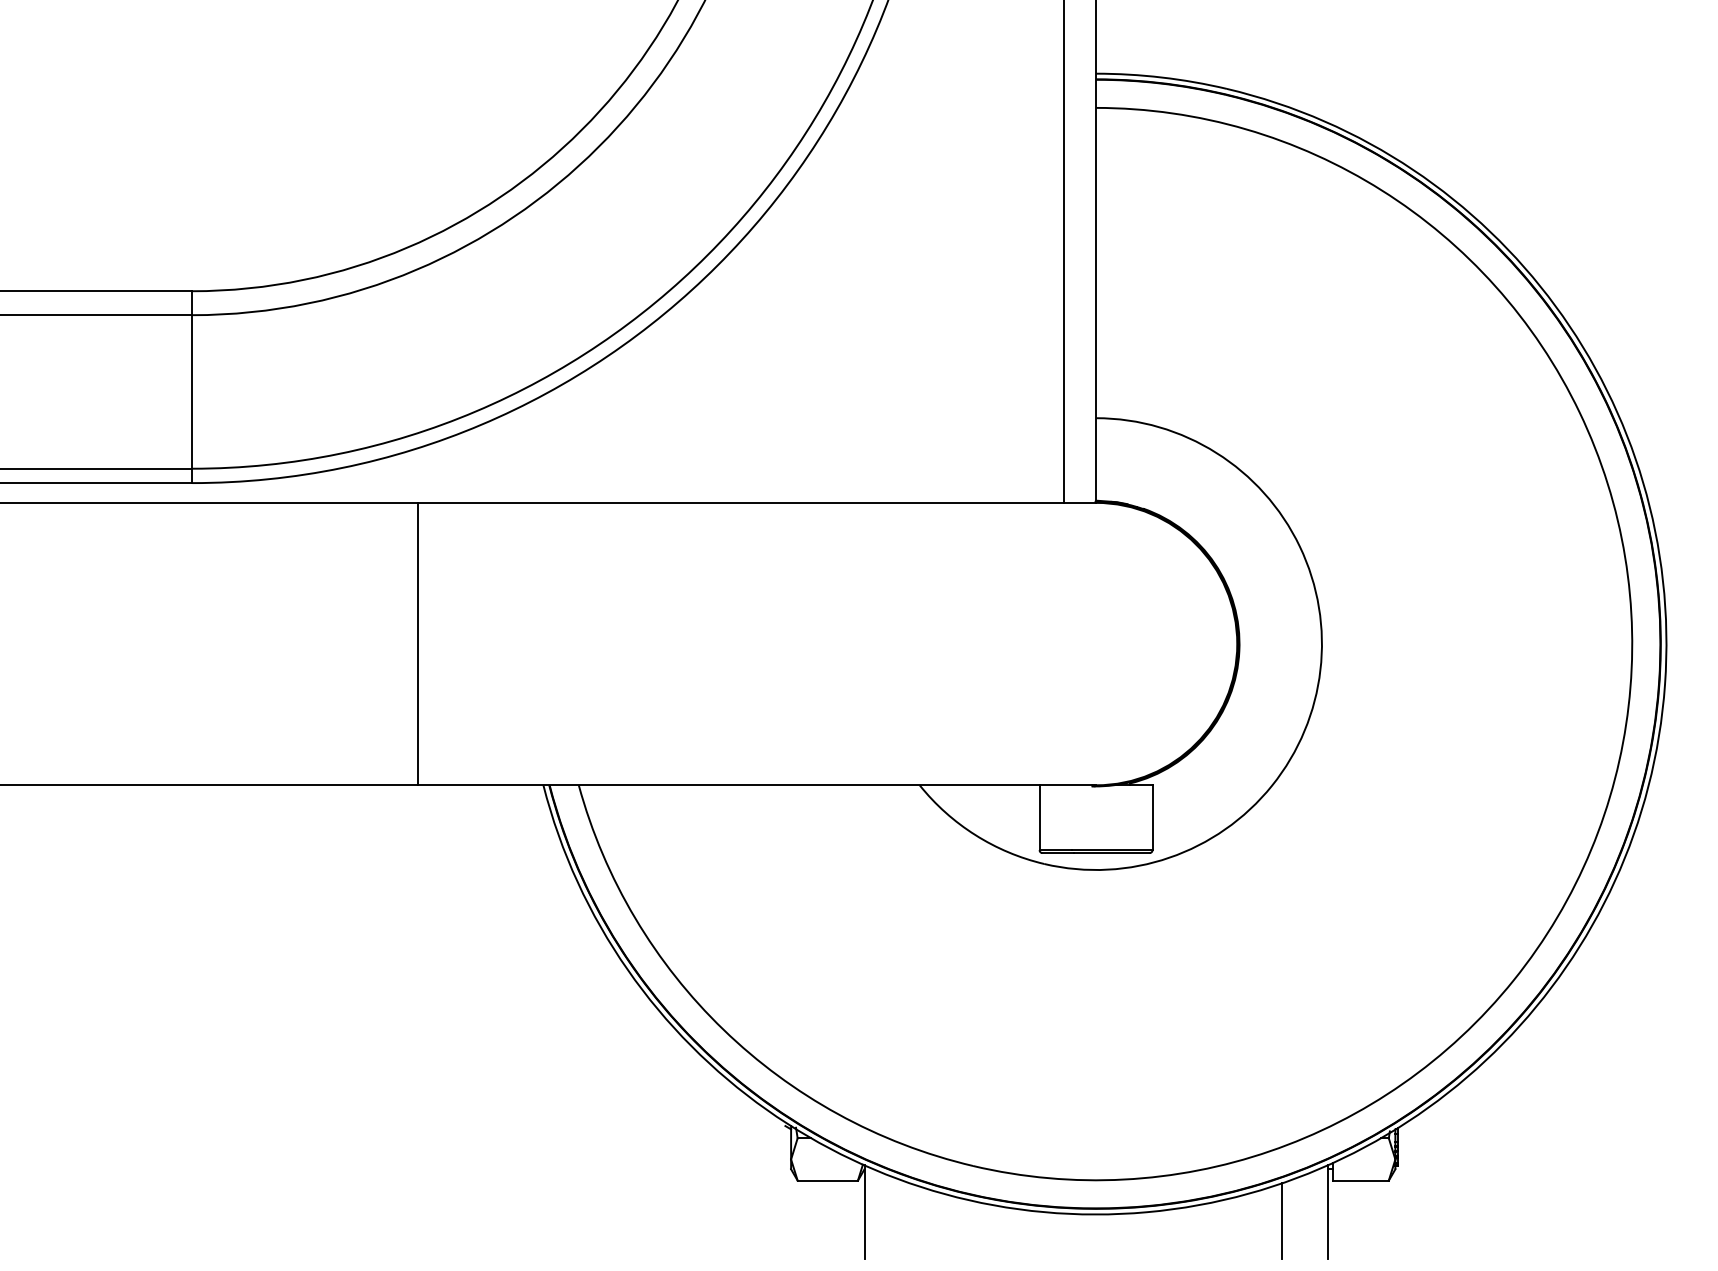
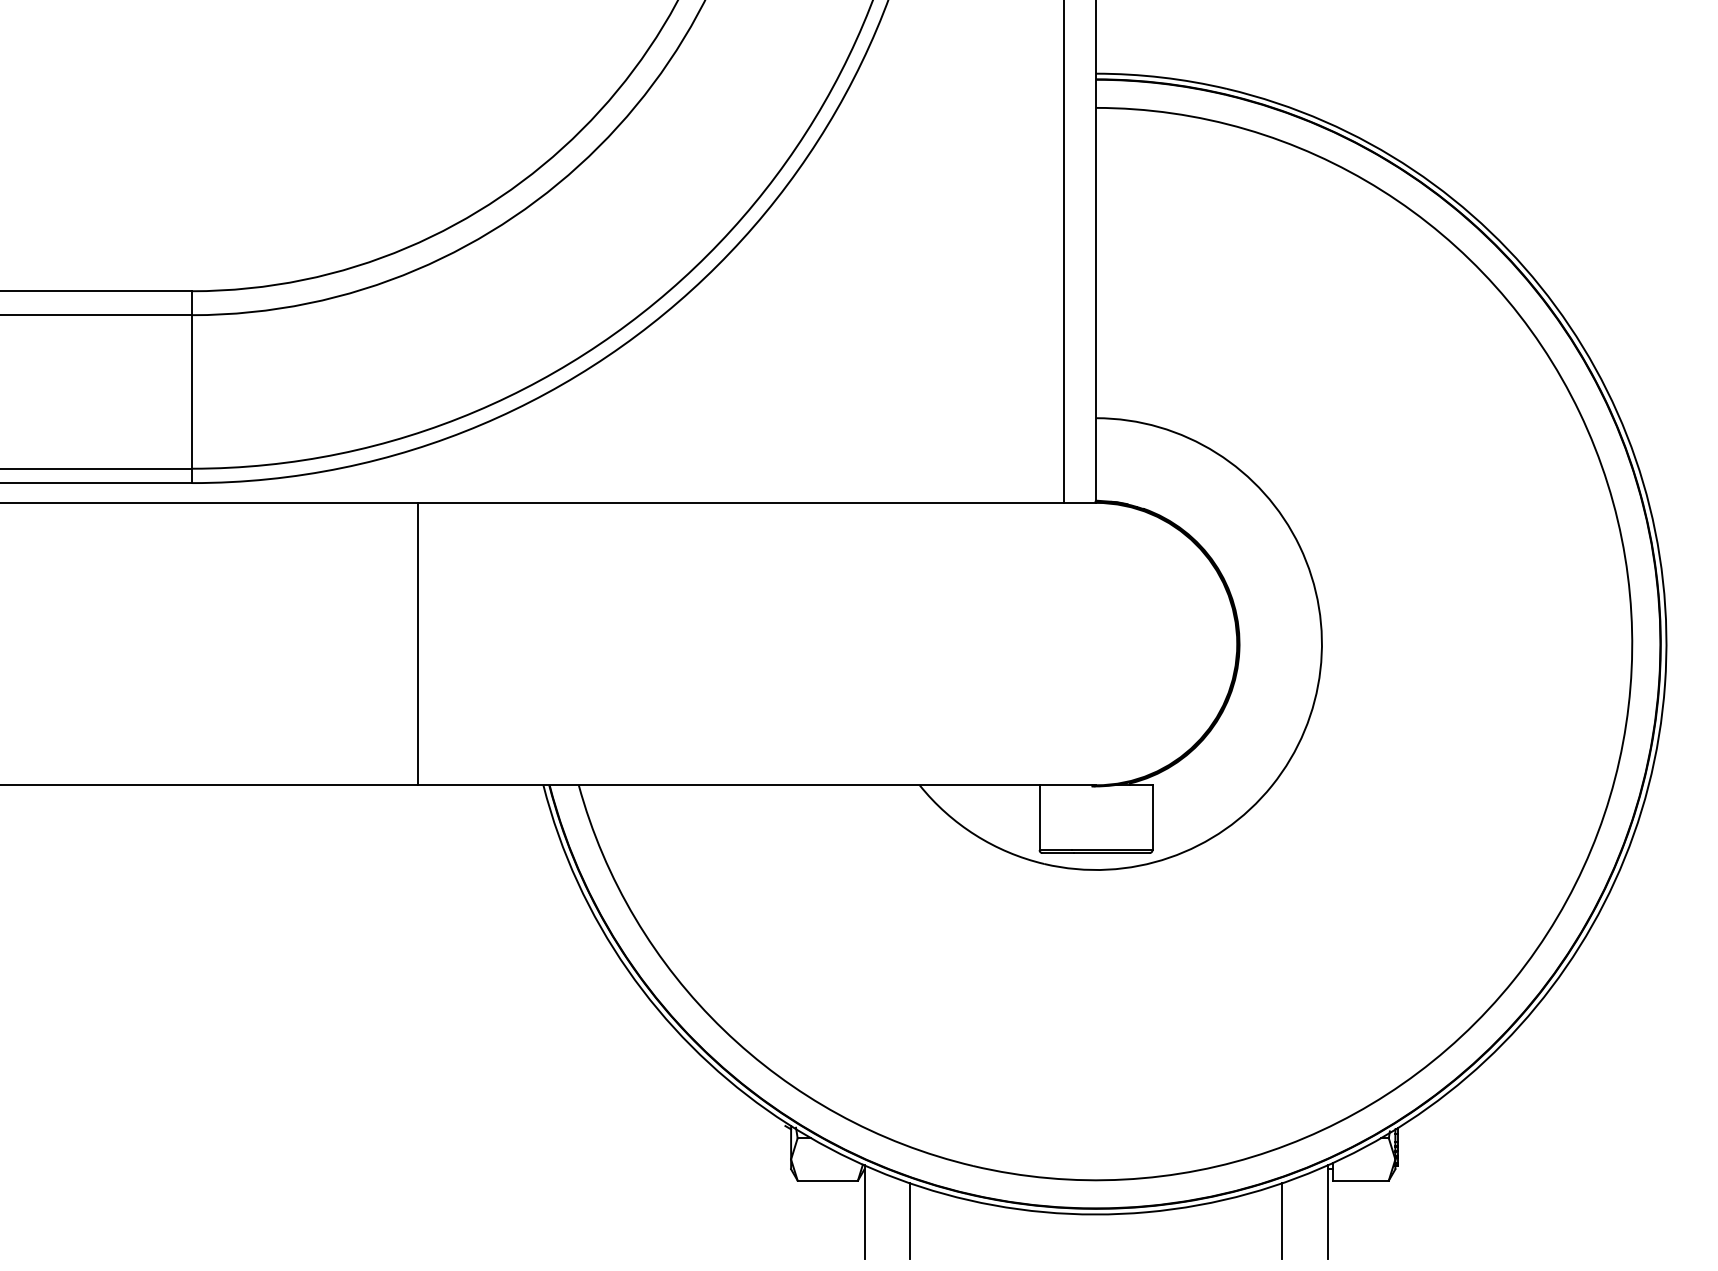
line at (909, 1220): none -> present
